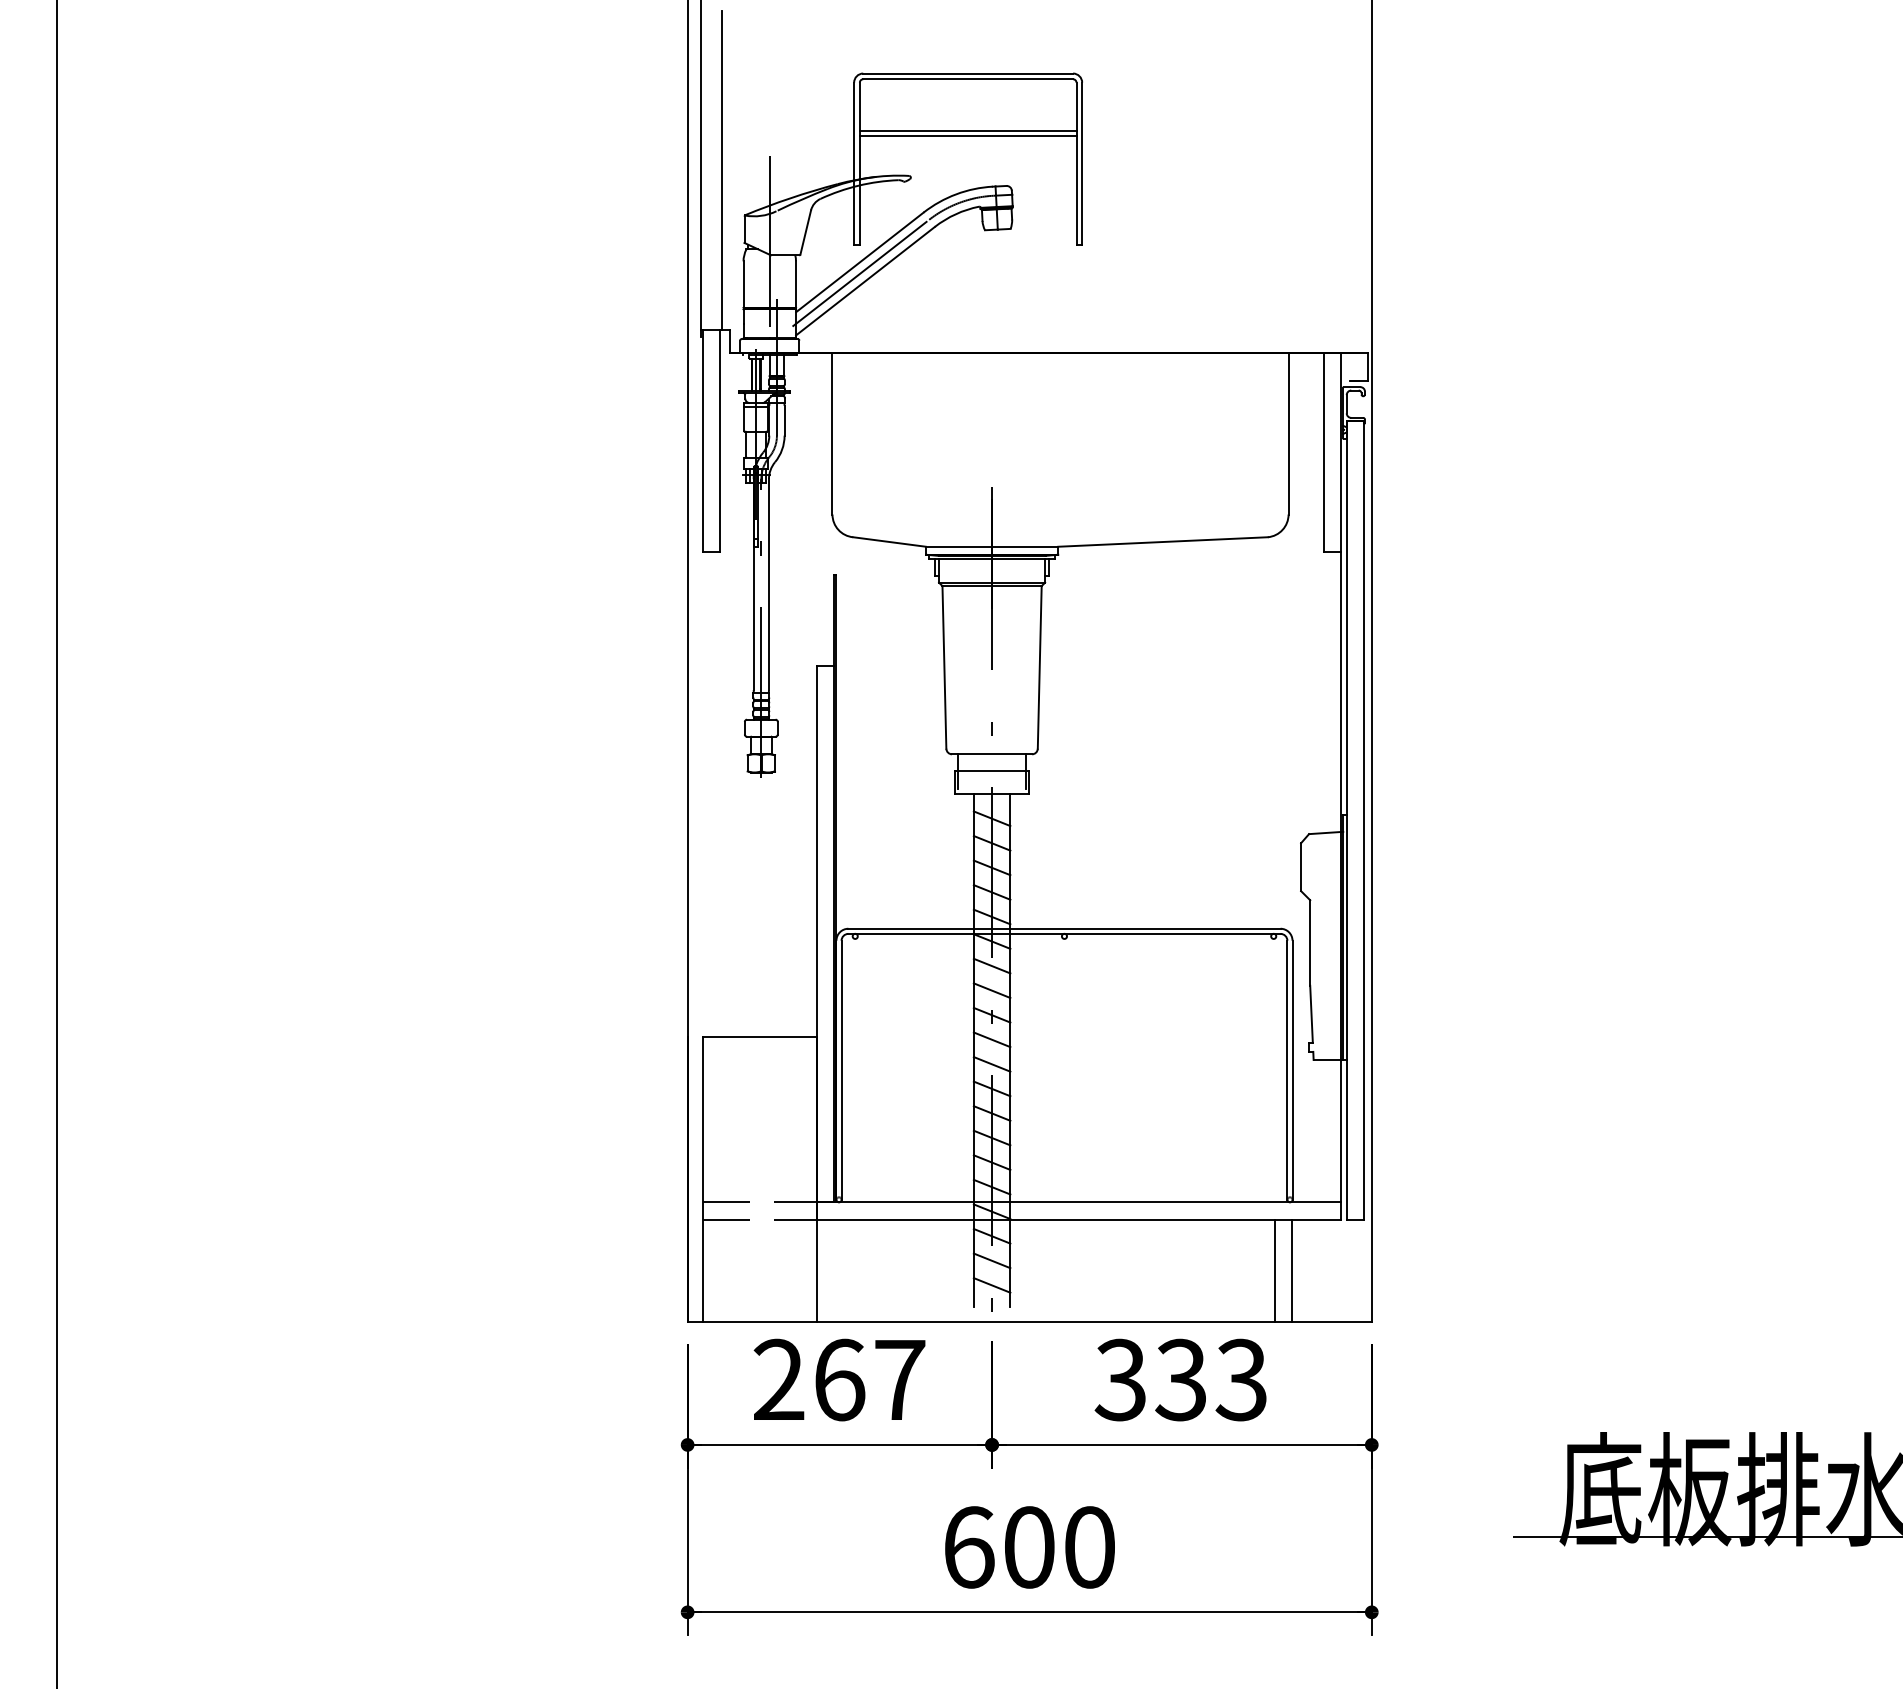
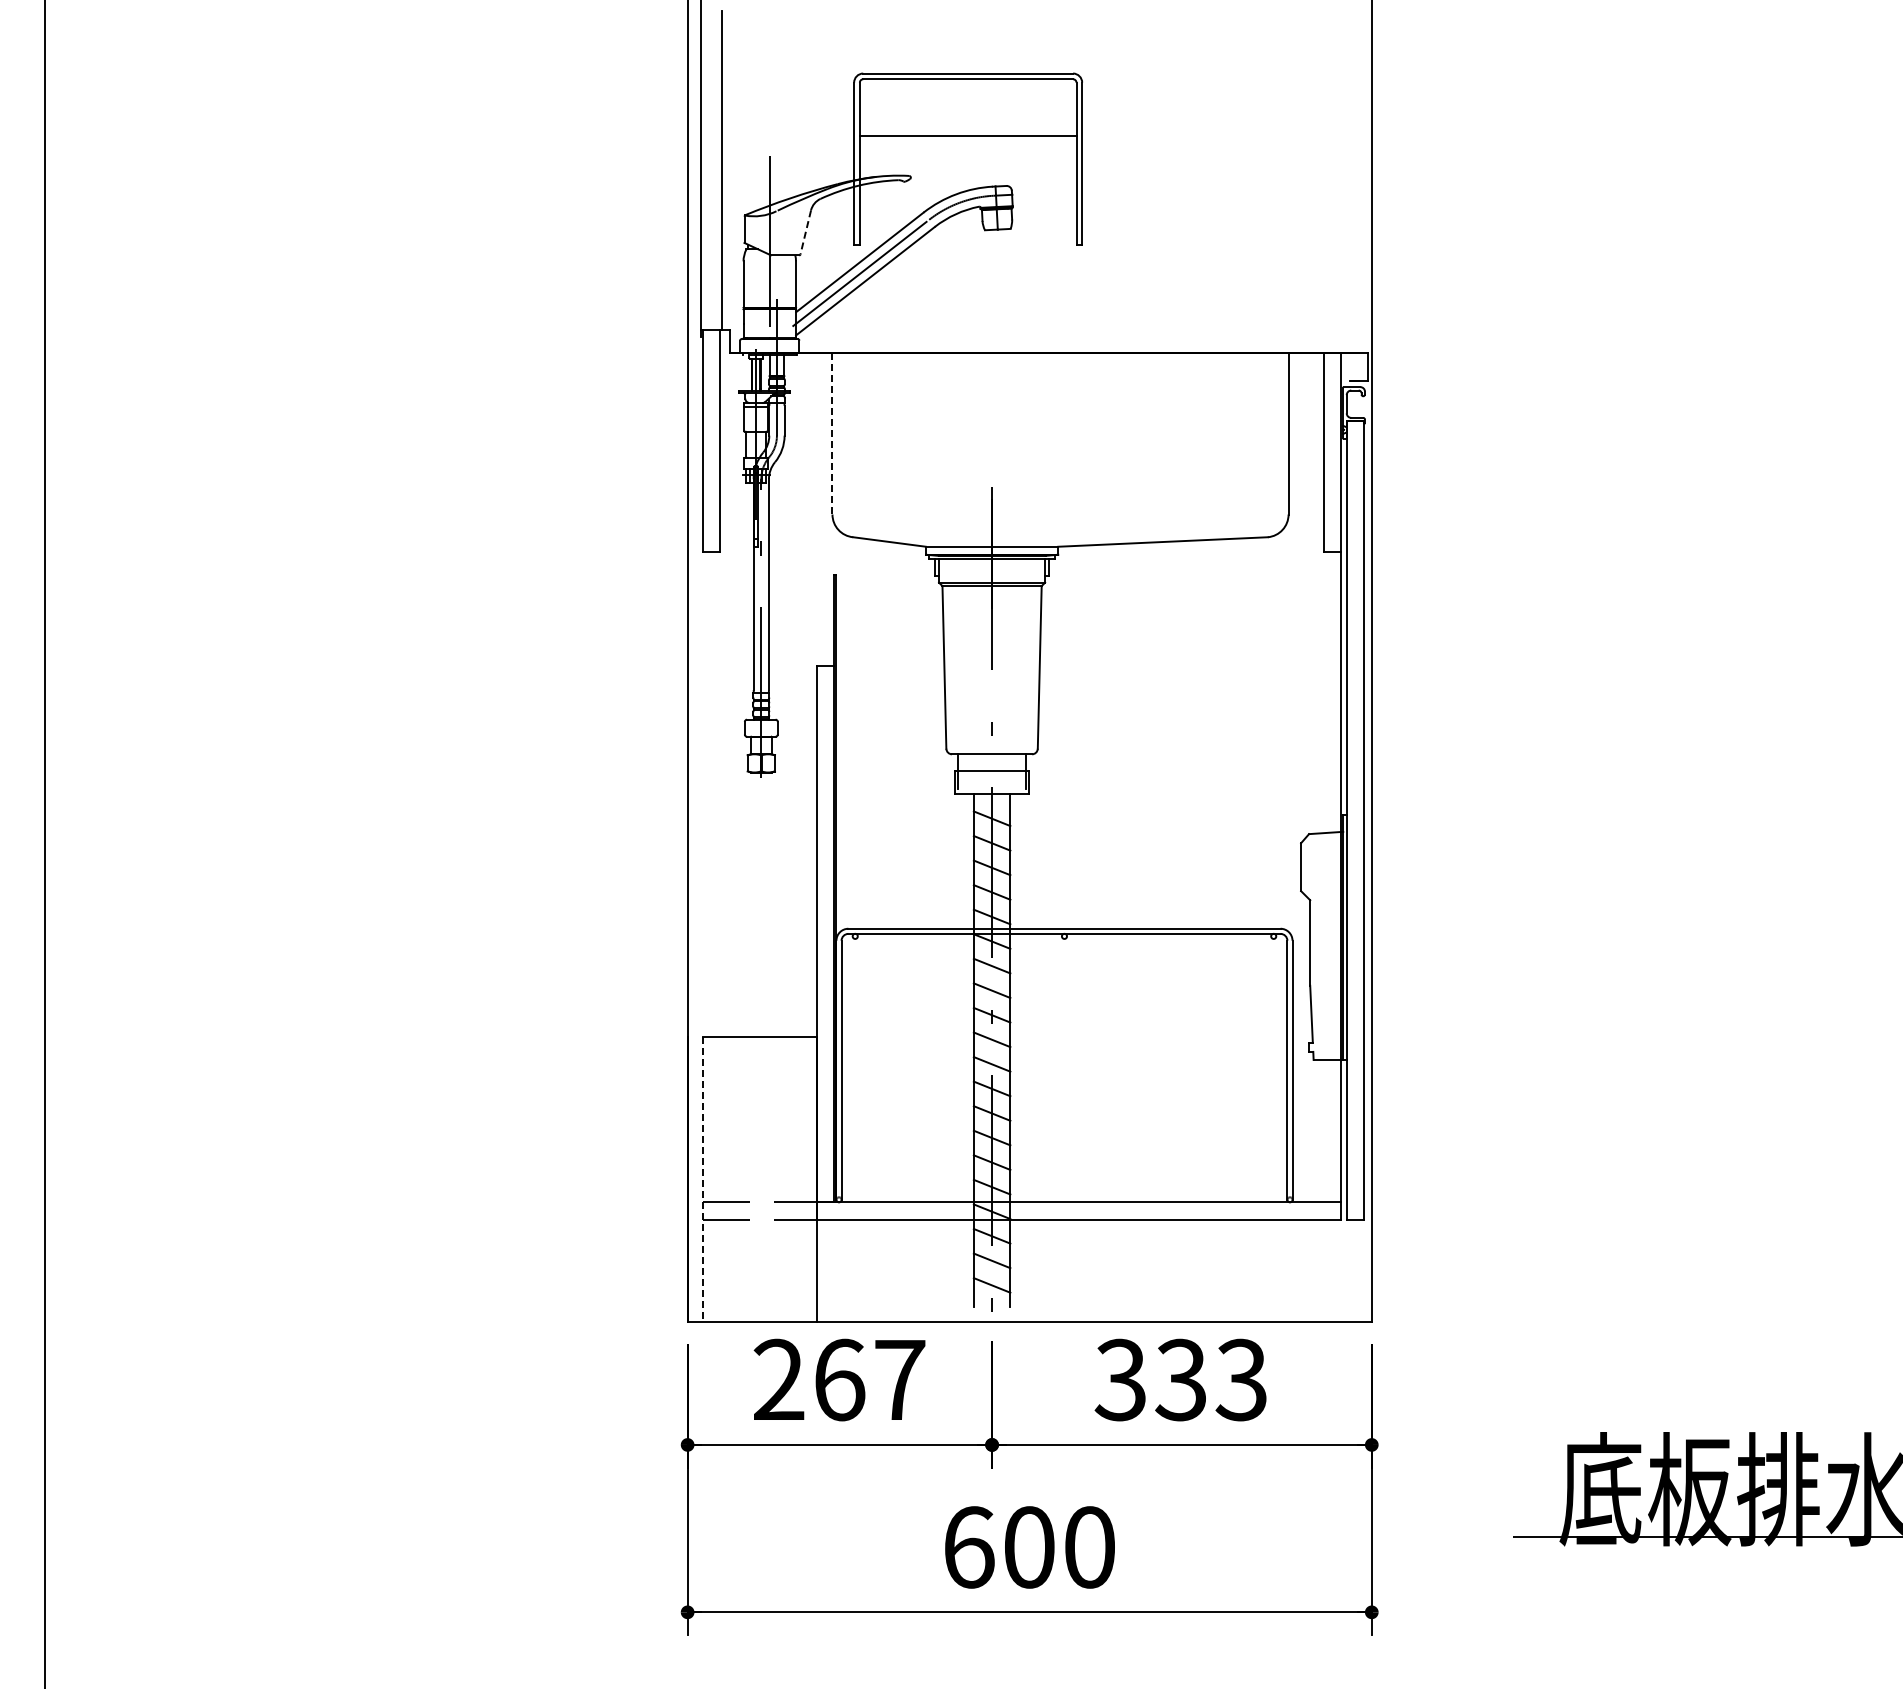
line at (967, 130): present -> none
line at (805, 232): solid -> dashed
line at (832, 433): solid -> dashed
line at (57, 843) position: (57, 843) -> (45, 843)
line at (702, 1179): solid -> dashed
line at (1274, 1270): present -> none
line at (1292, 1270): present -> none
